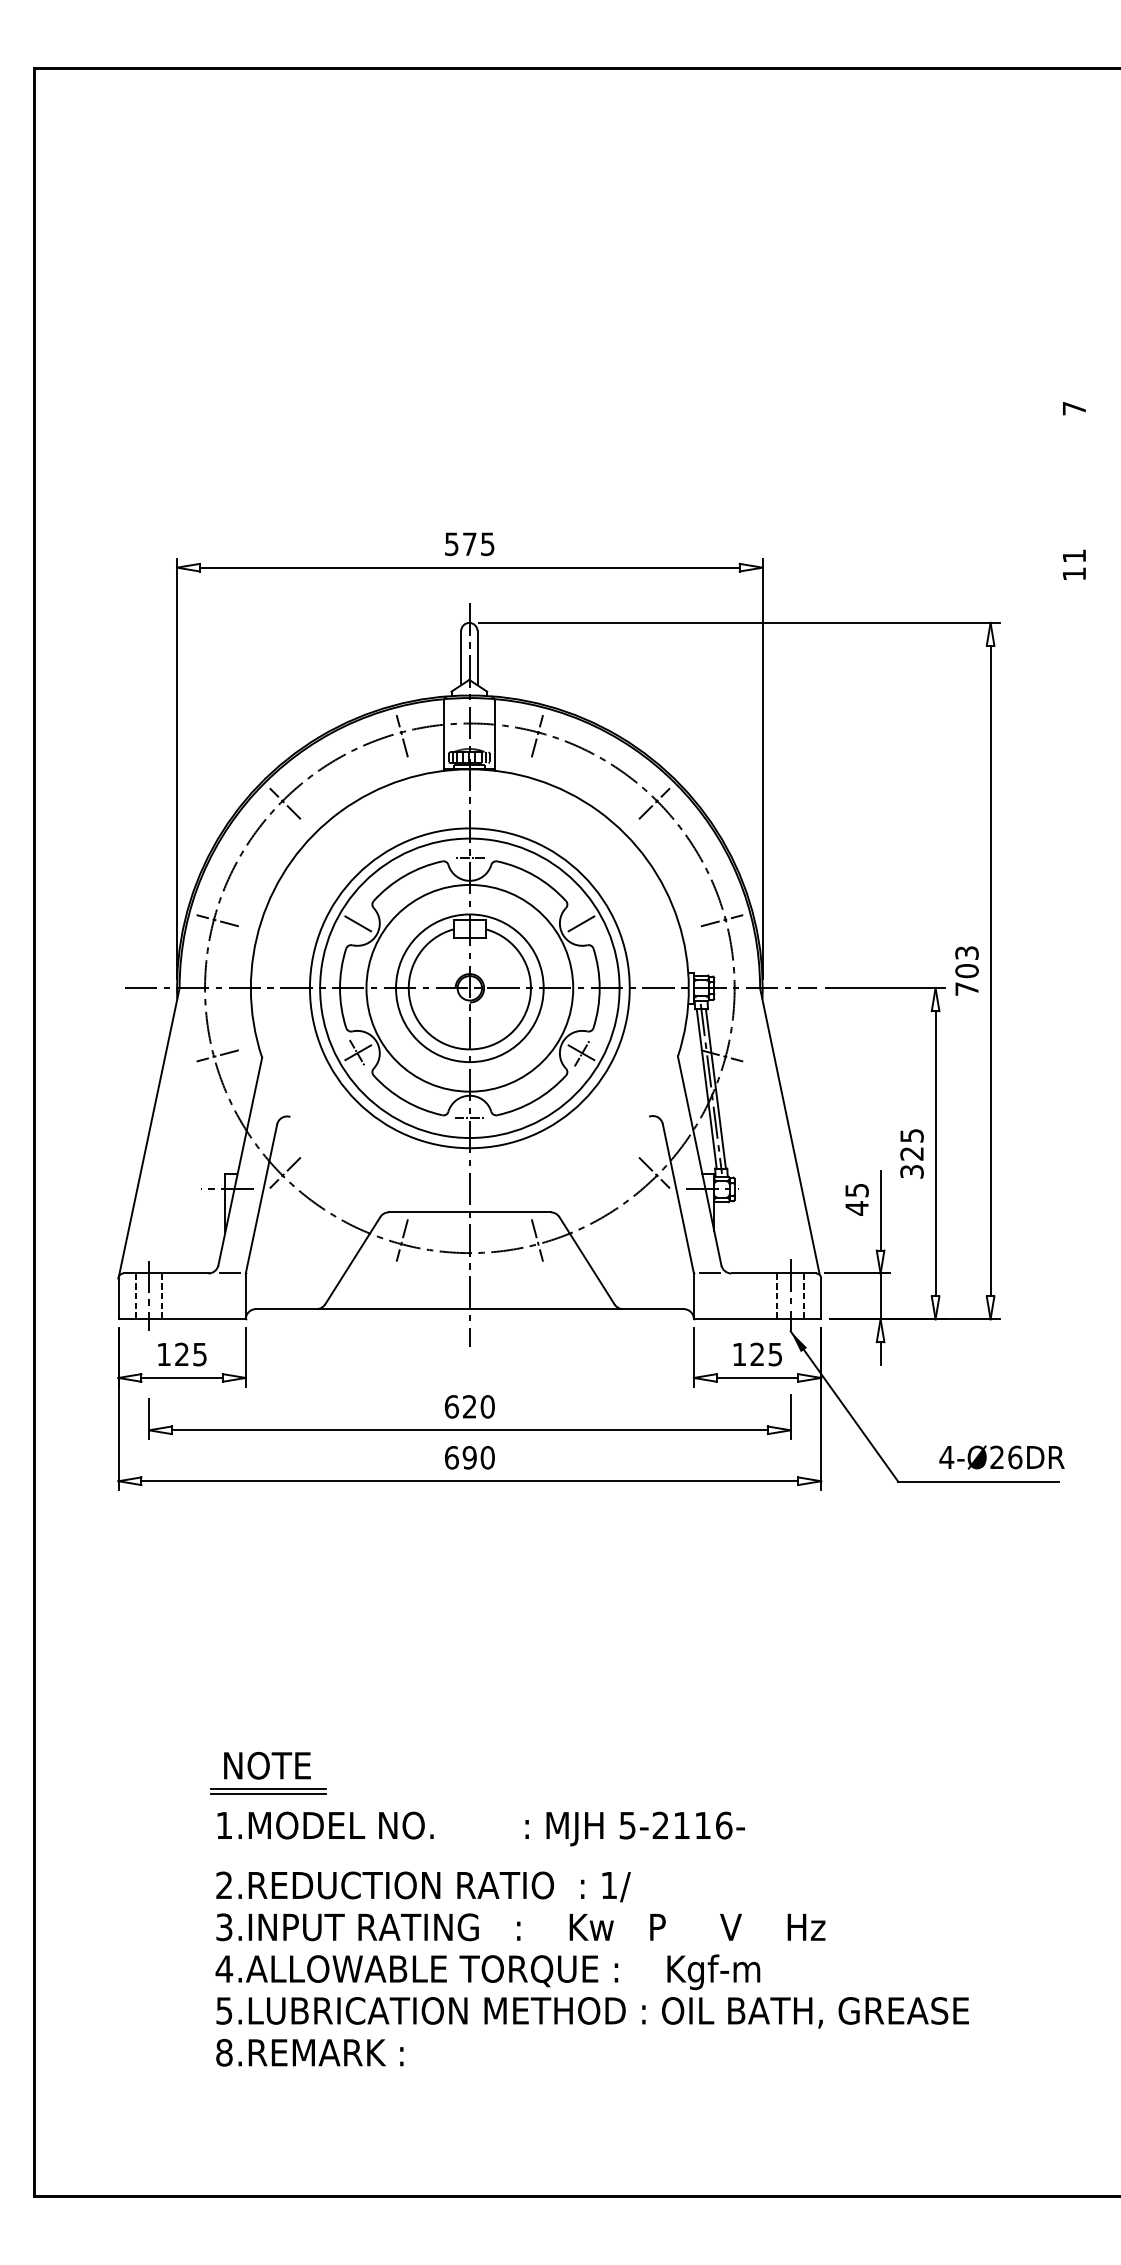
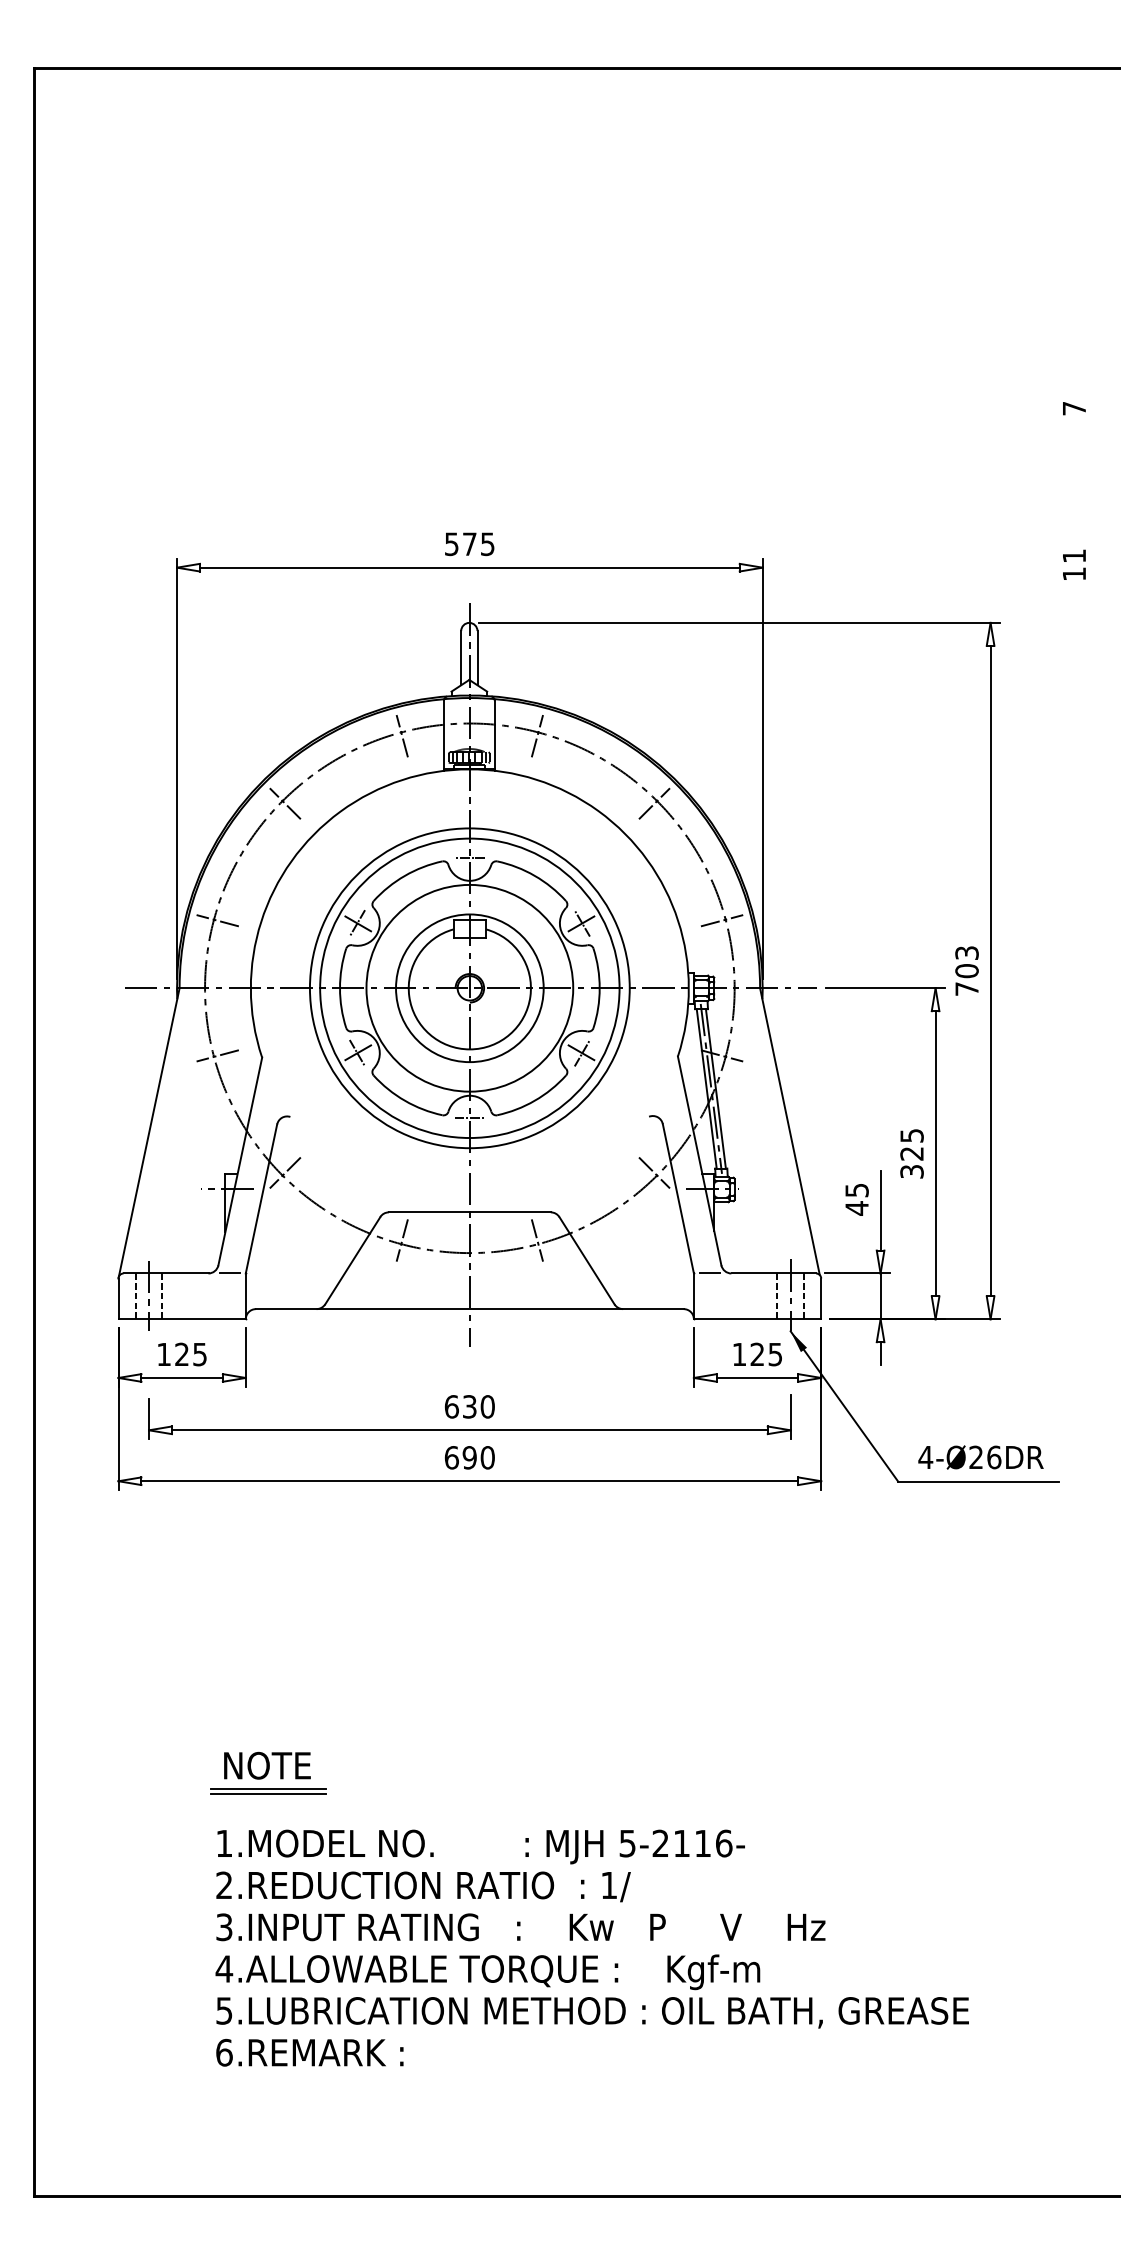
line at (581, 922): none -> present
line at (357, 923): none -> present
text at (469, 1406): 620 -> 630
text at (1001, 1457) position: (1001, 1457) -> (980, 1457)
text at (480, 1828) position: (480, 1828) -> (480, 1846)
text at (224, 2052): 8.REMARK -> 6.REMARK
